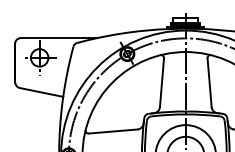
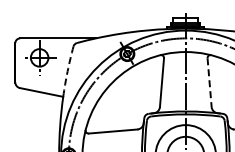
arc at (67, 71): solid -> dashed
line at (209, 83): solid -> dashed
